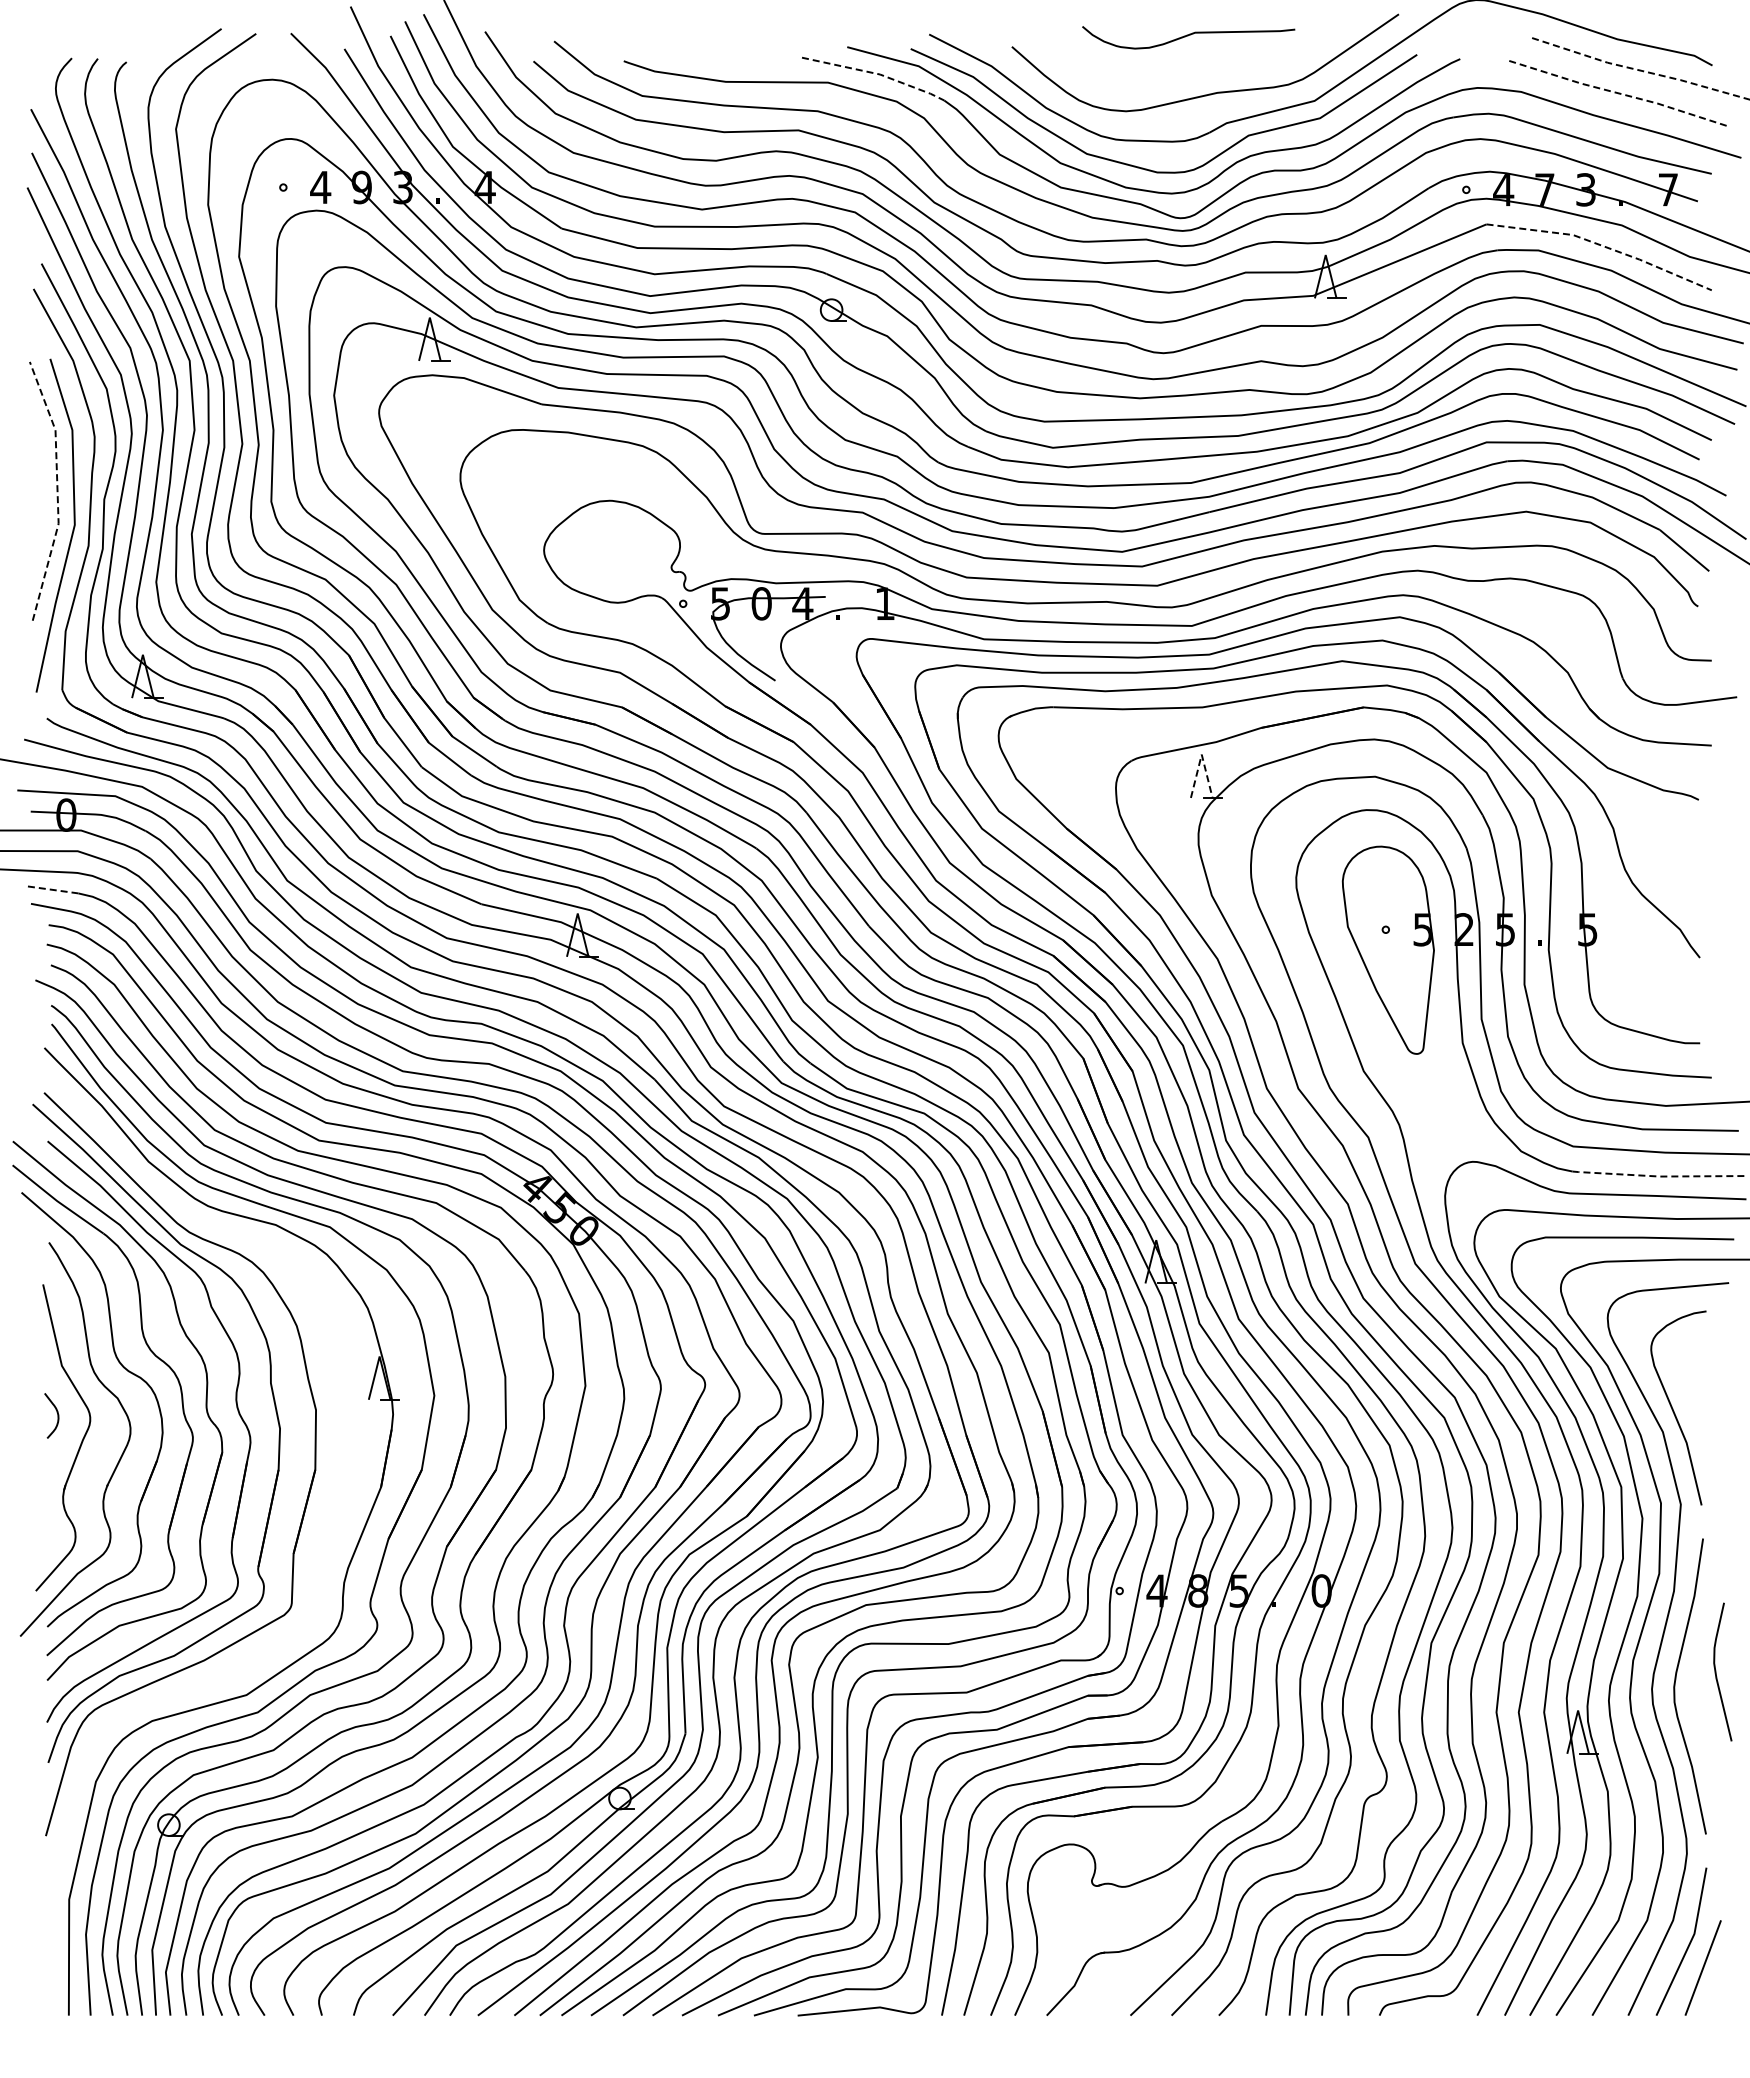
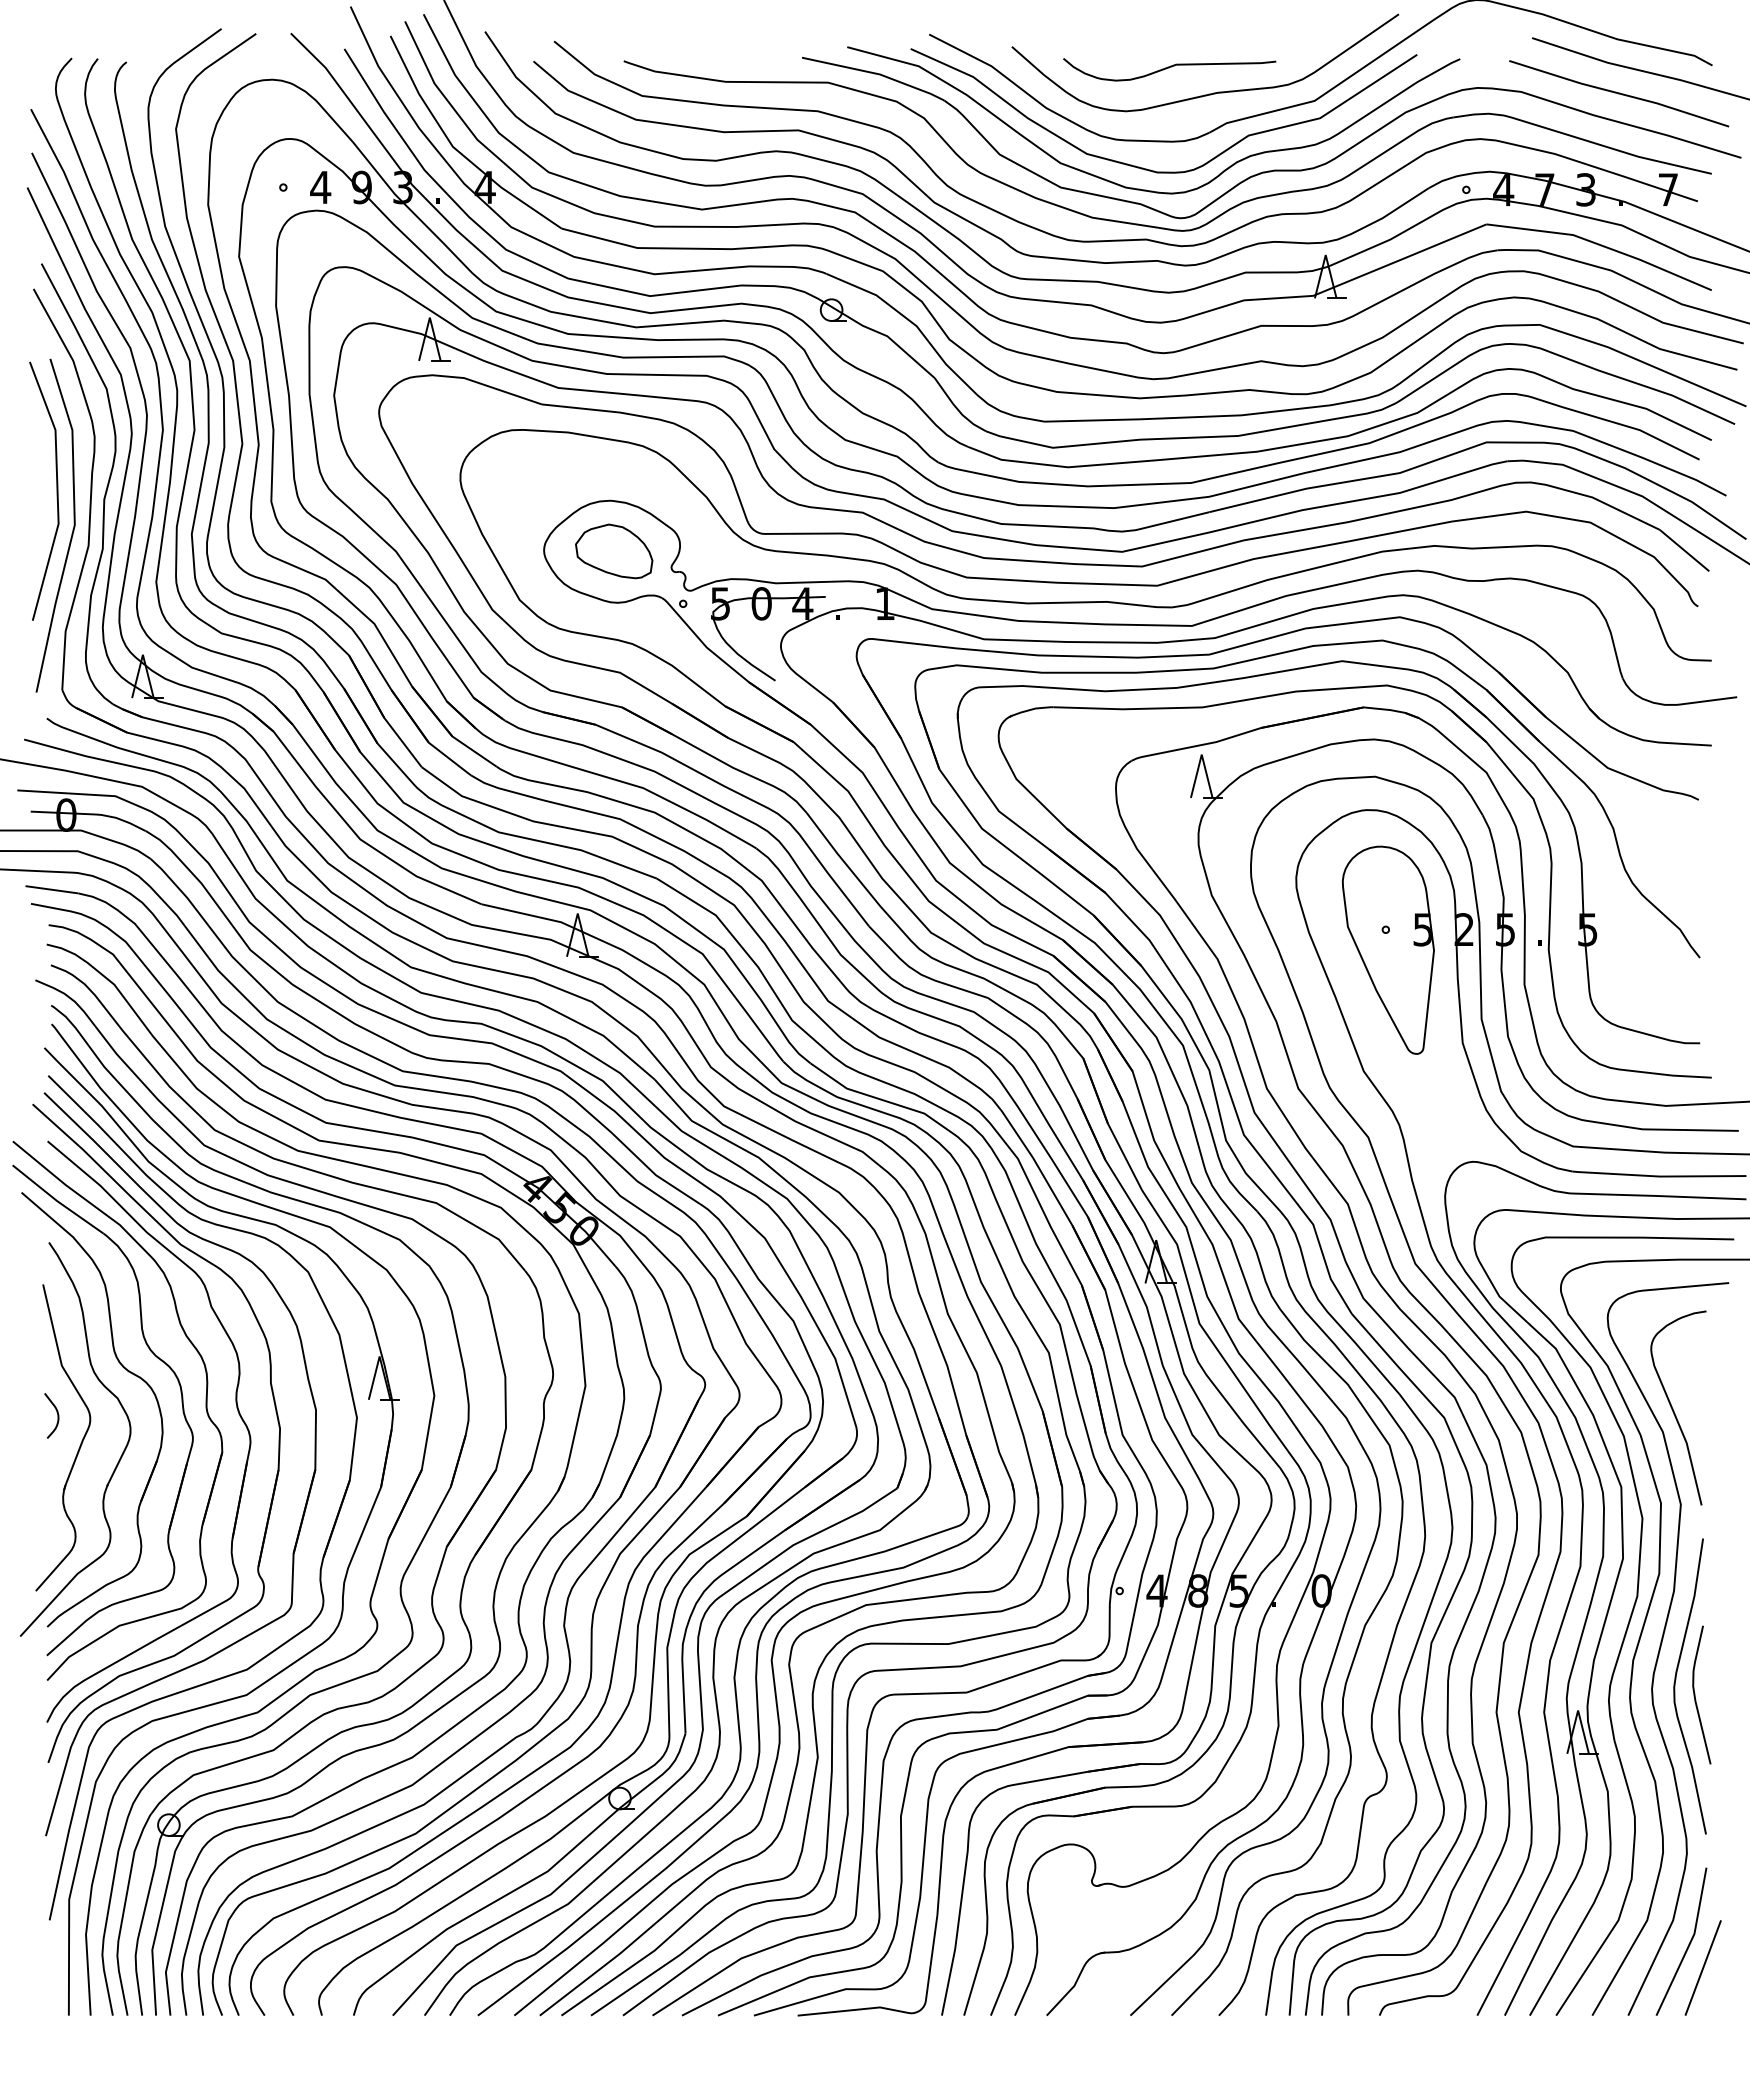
curve at (1188, 36) position: (1188, 36) -> (1169, 68)
line at (1640, 70): dashed -> solid
line at (877, 73): dashed -> solid
line at (1619, 93): dashed -> solid
line at (1602, 245): dashed -> solid
line at (57, 490): dashed -> solid
part at (614, 551): none -> present
line at (1201, 754): dashed -> solid
line at (52, 889): dashed -> solid
line at (1659, 1176): dashed -> solid
part at (328, 1538): none -> present
curve at (1716, 1671) position: (1716, 1671) -> (1695, 1694)
